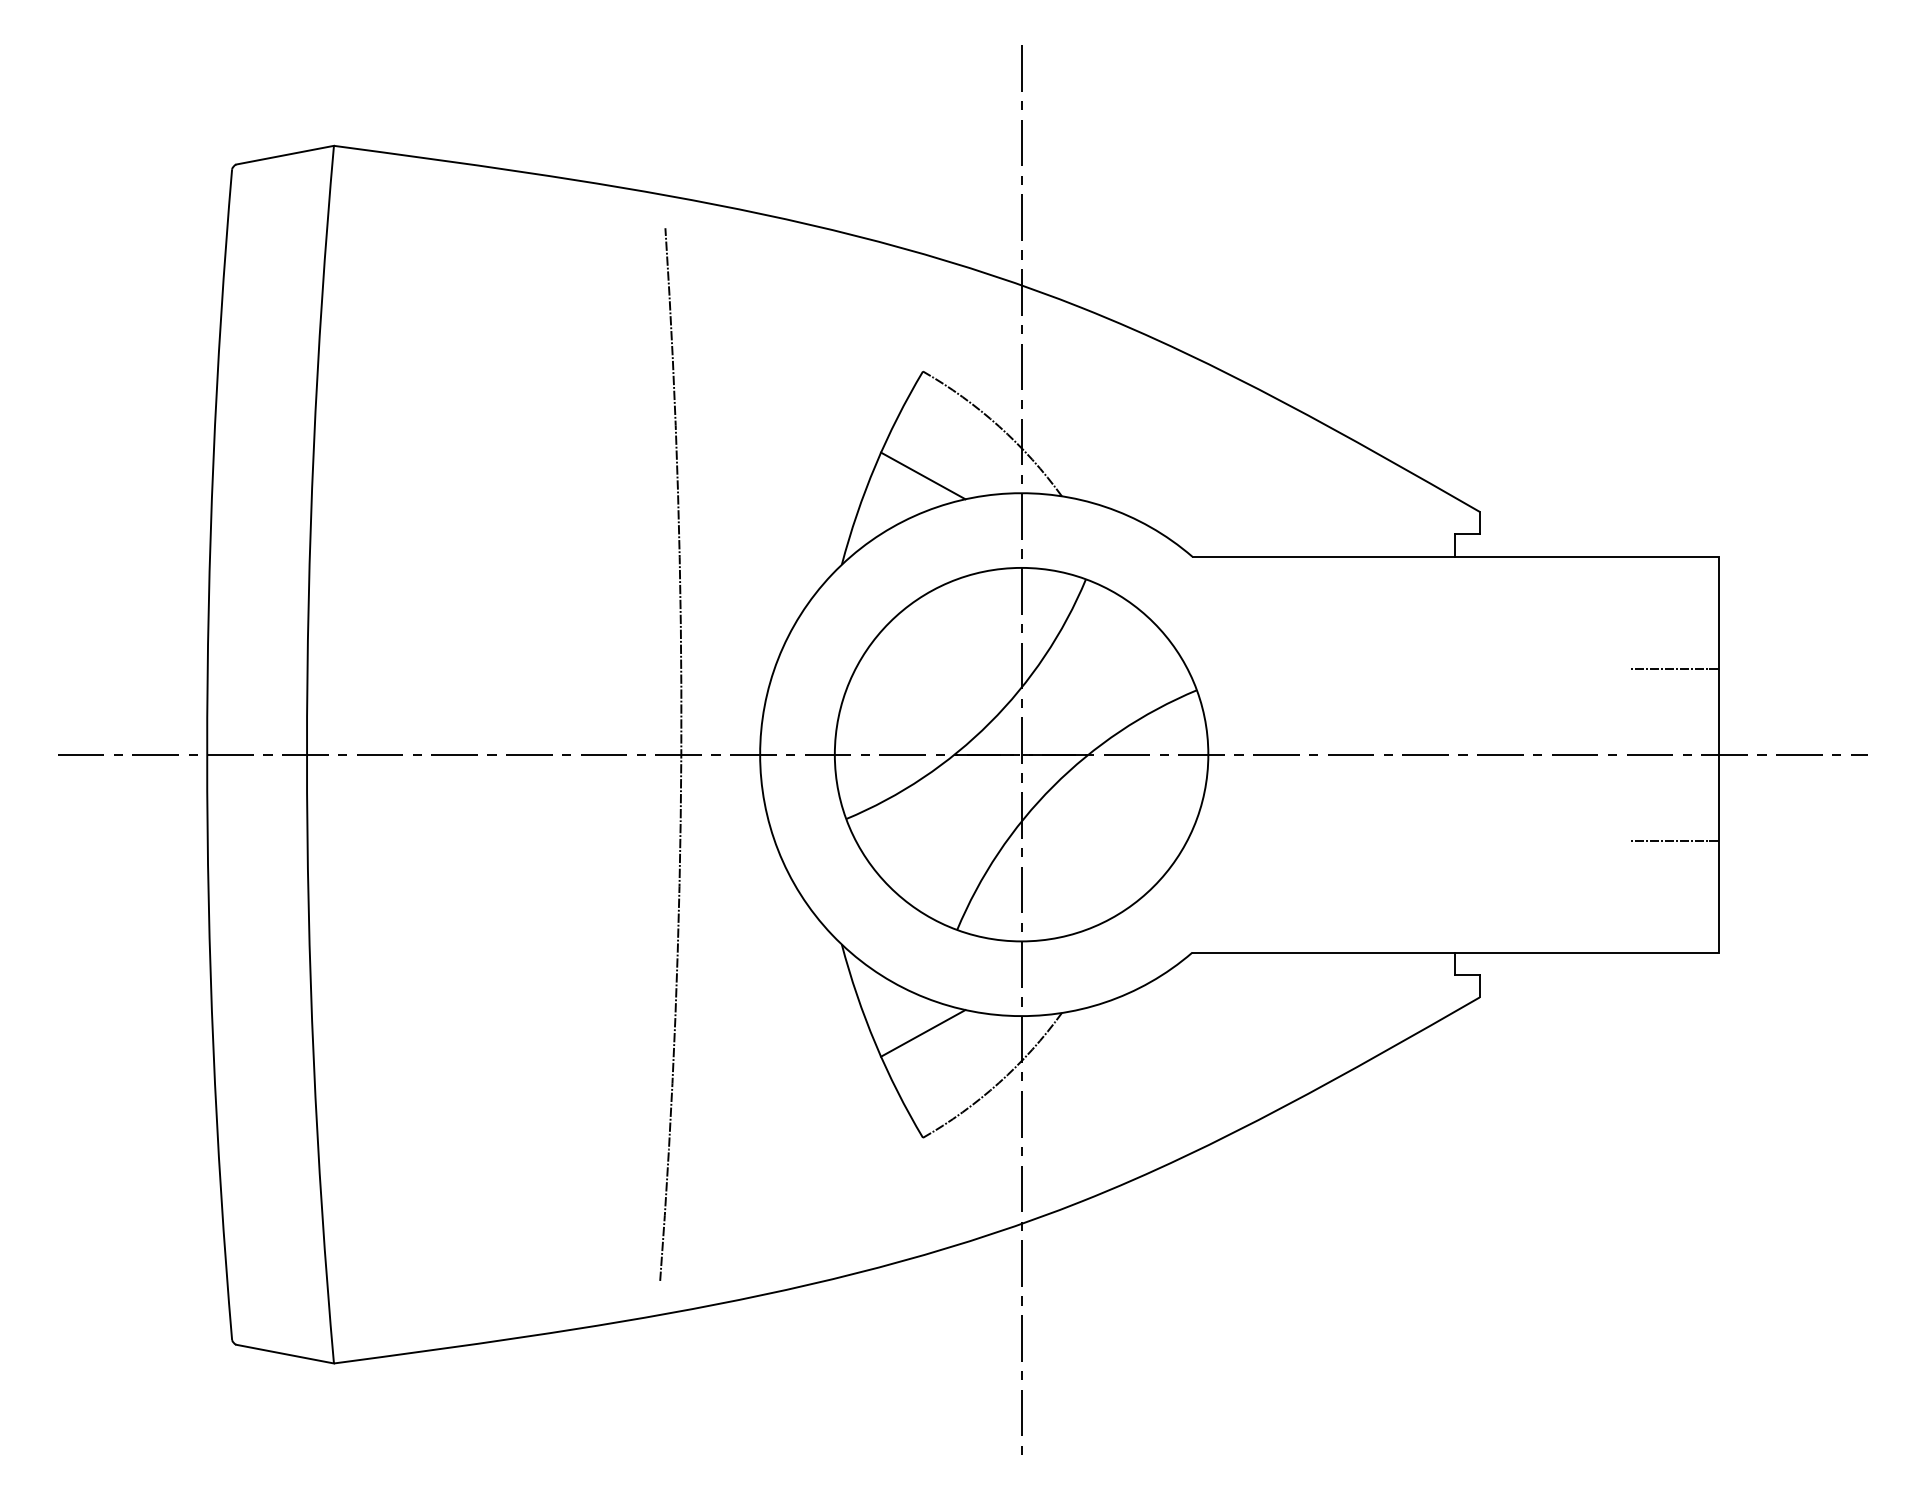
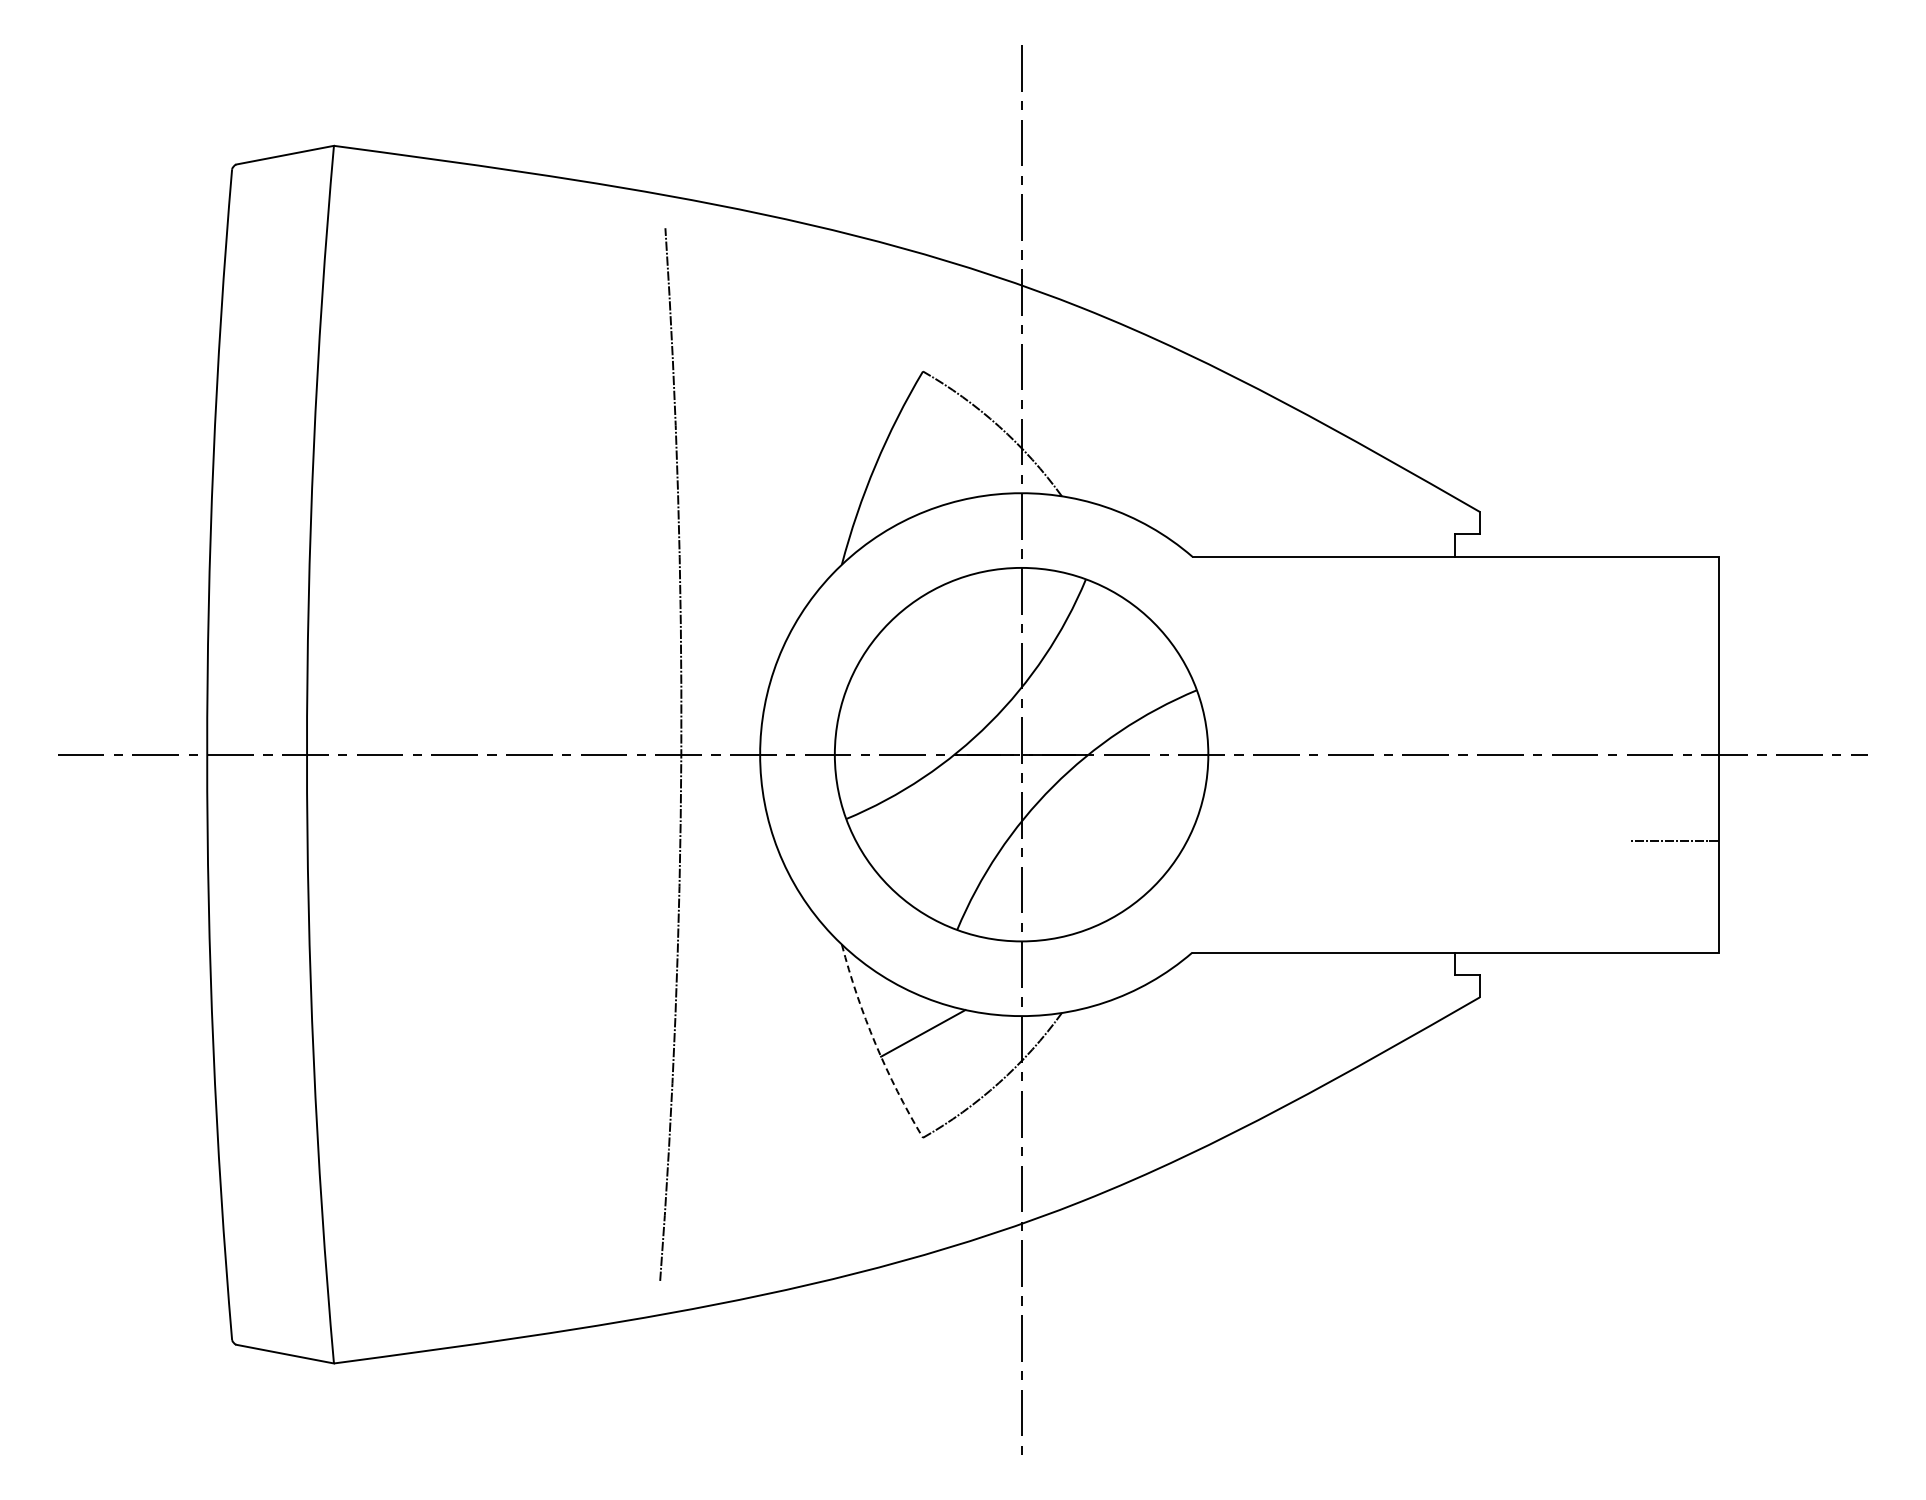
line at (923, 475): present -> none
line at (1674, 668): present -> none
arc at (875, 1044): solid -> dashed
